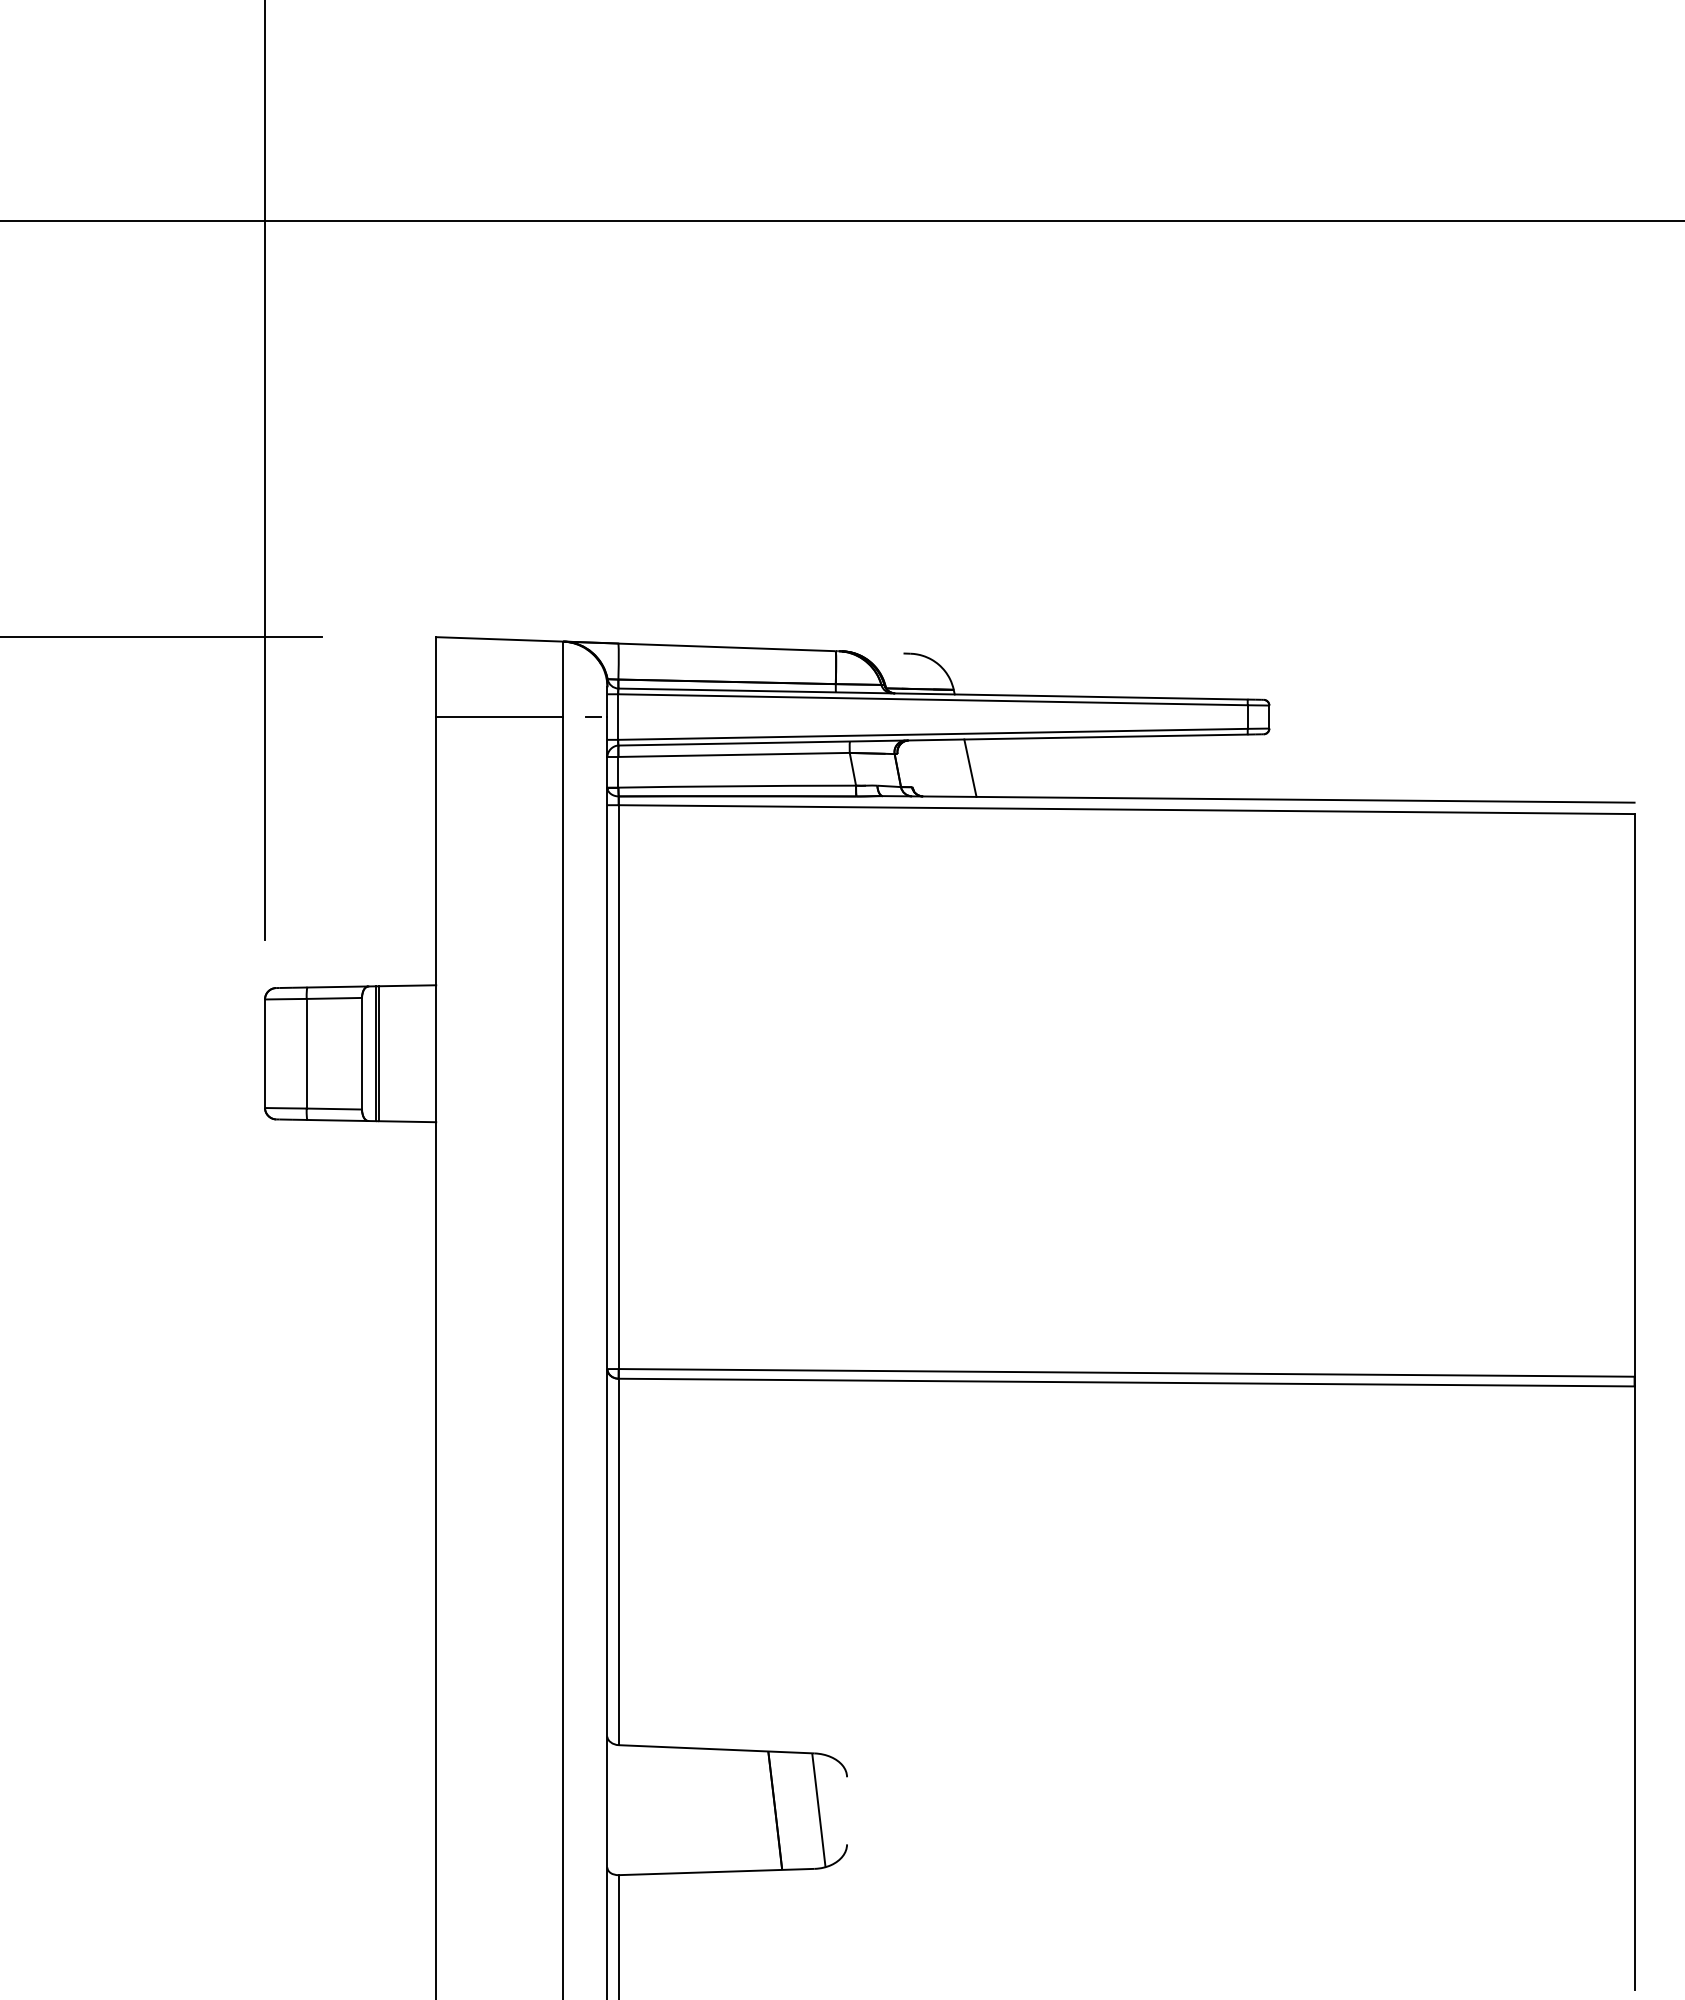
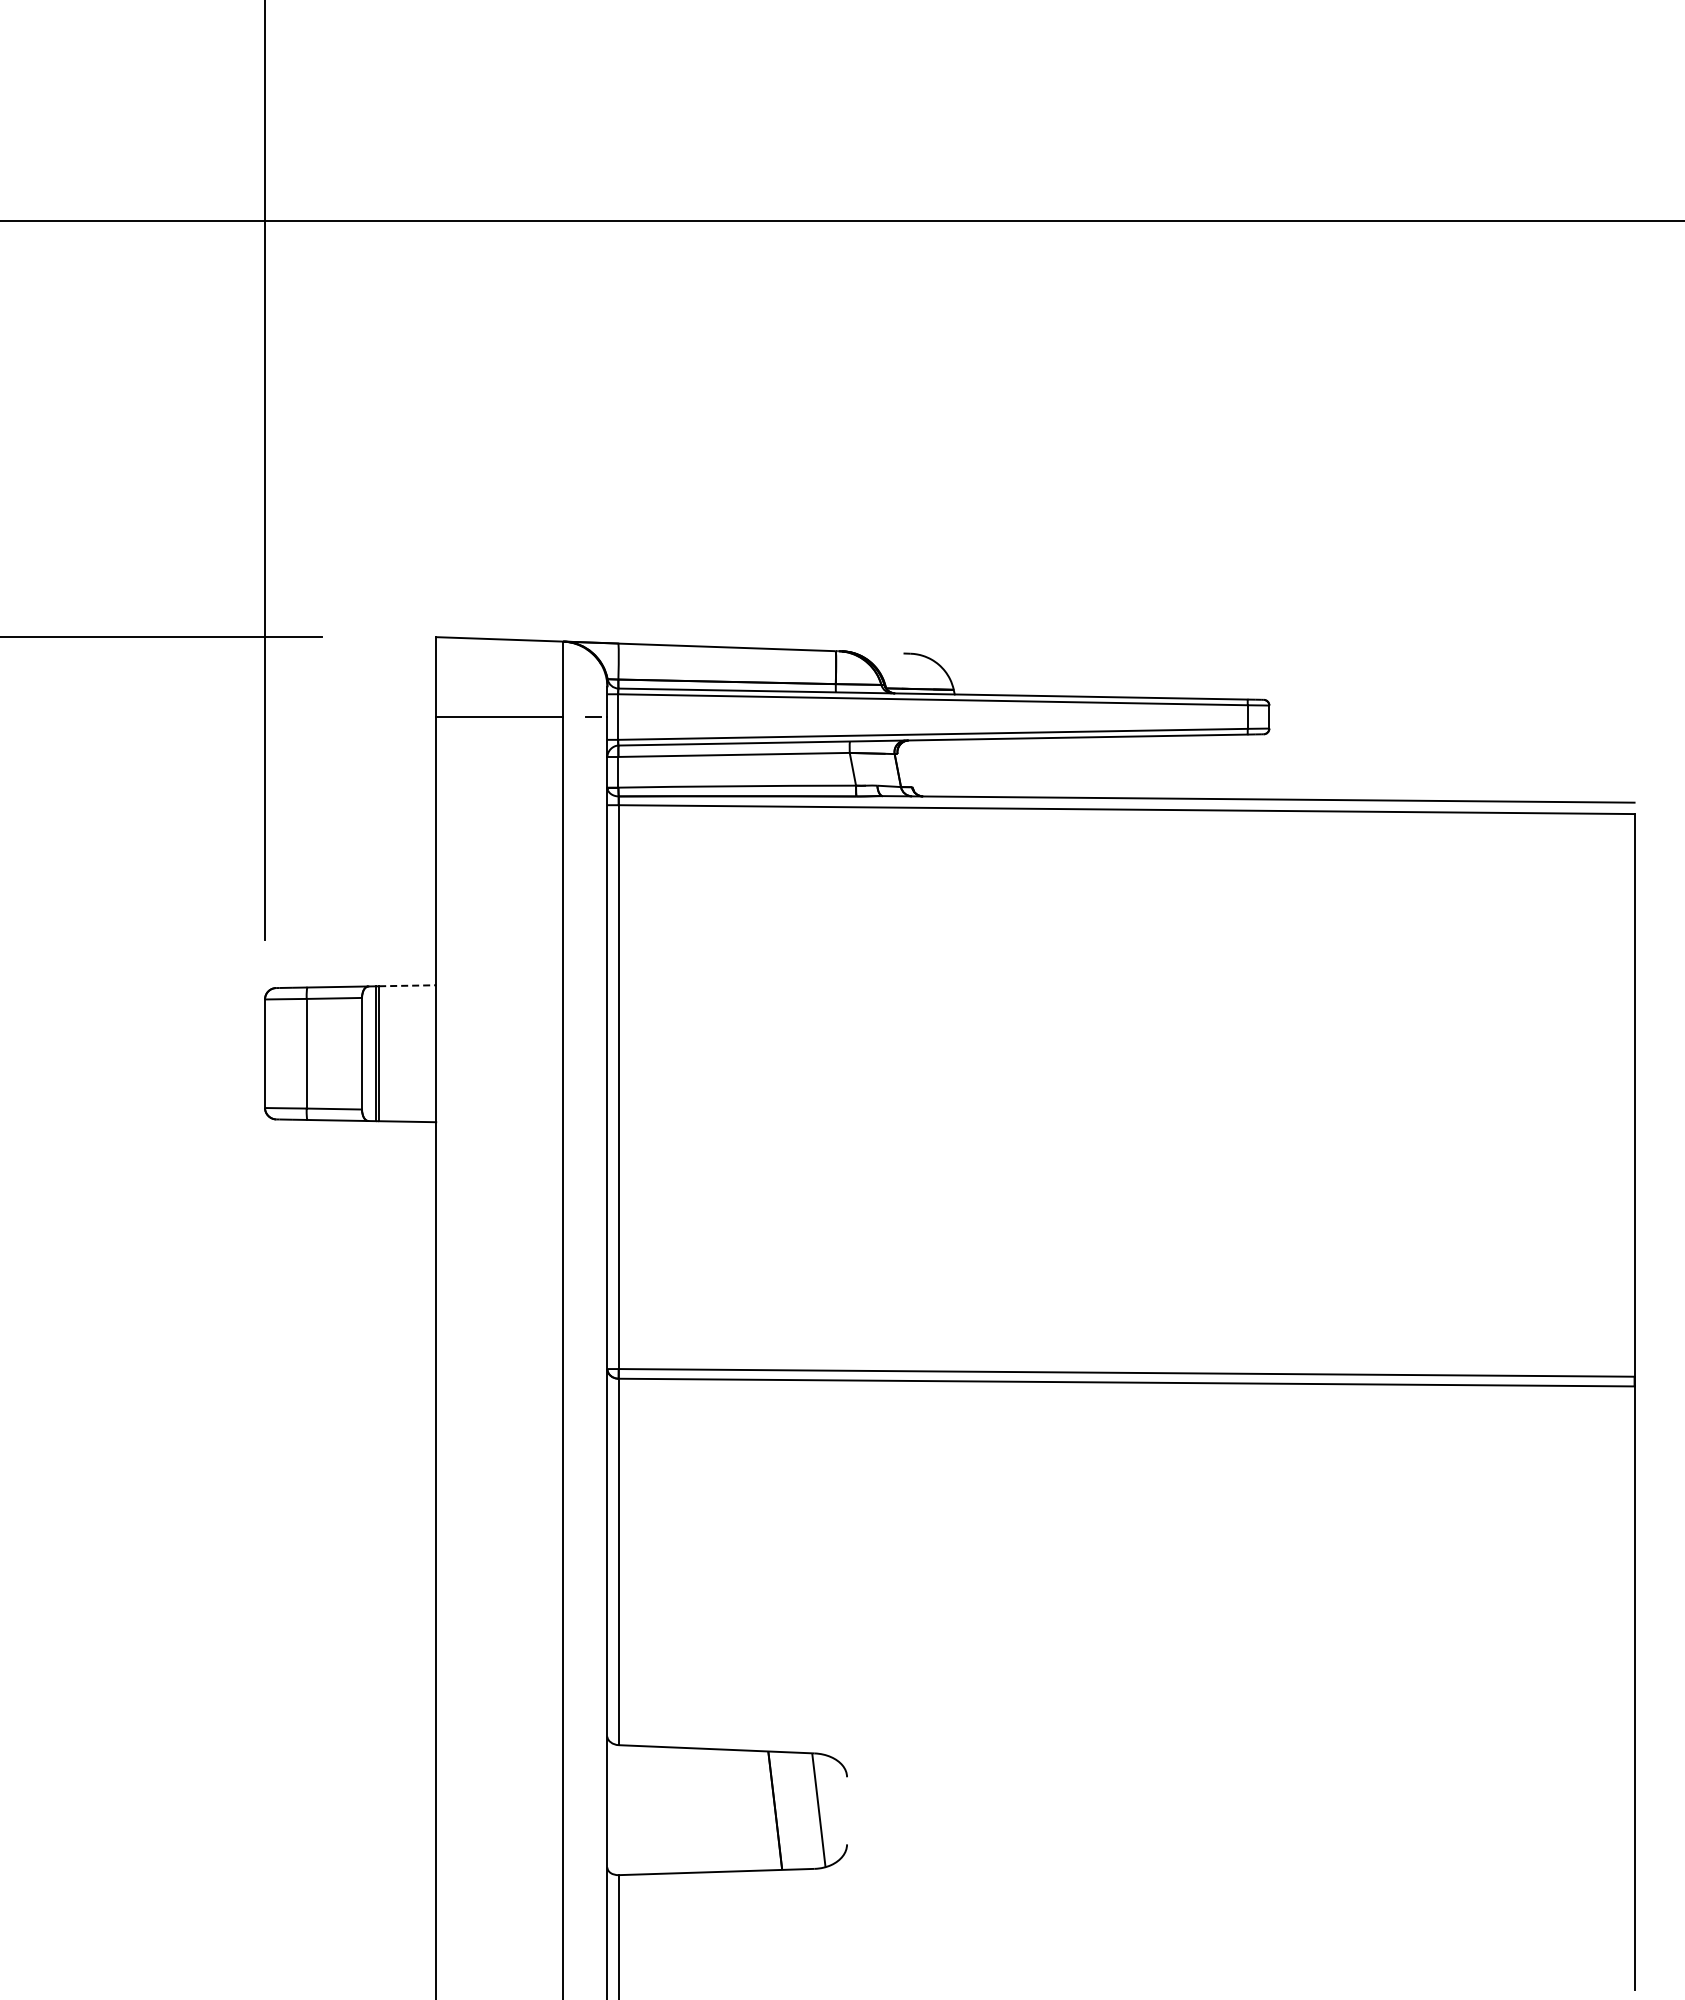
line at (970, 767): present -> none
line at (407, 985): solid -> dashed
